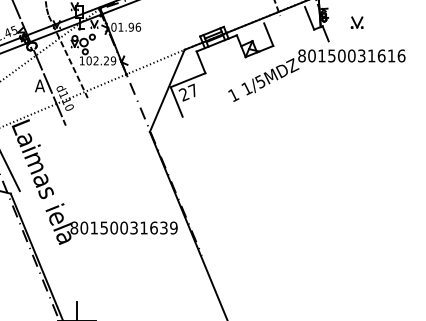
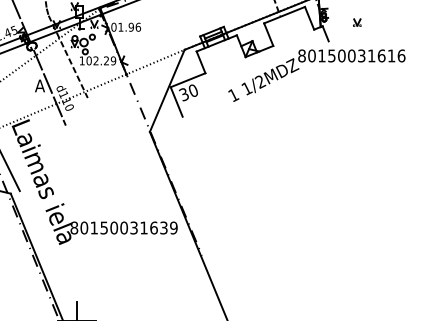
line at (284, 14): none -> present
part at (356, 22) size: 14x13 px -> 9x9 px
text at (260, 81): 1/5MDZ -> 1/2MDZ
text at (187, 92): 27 -> 30
